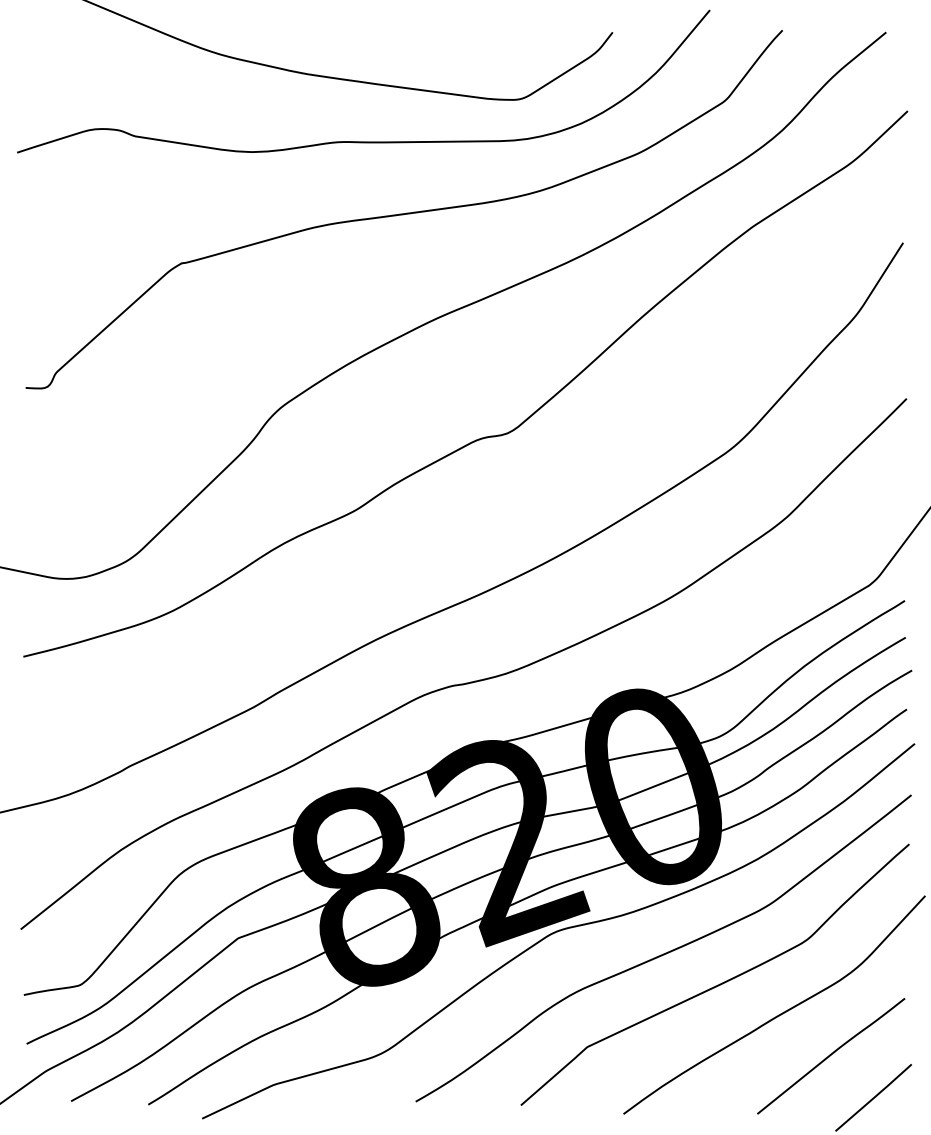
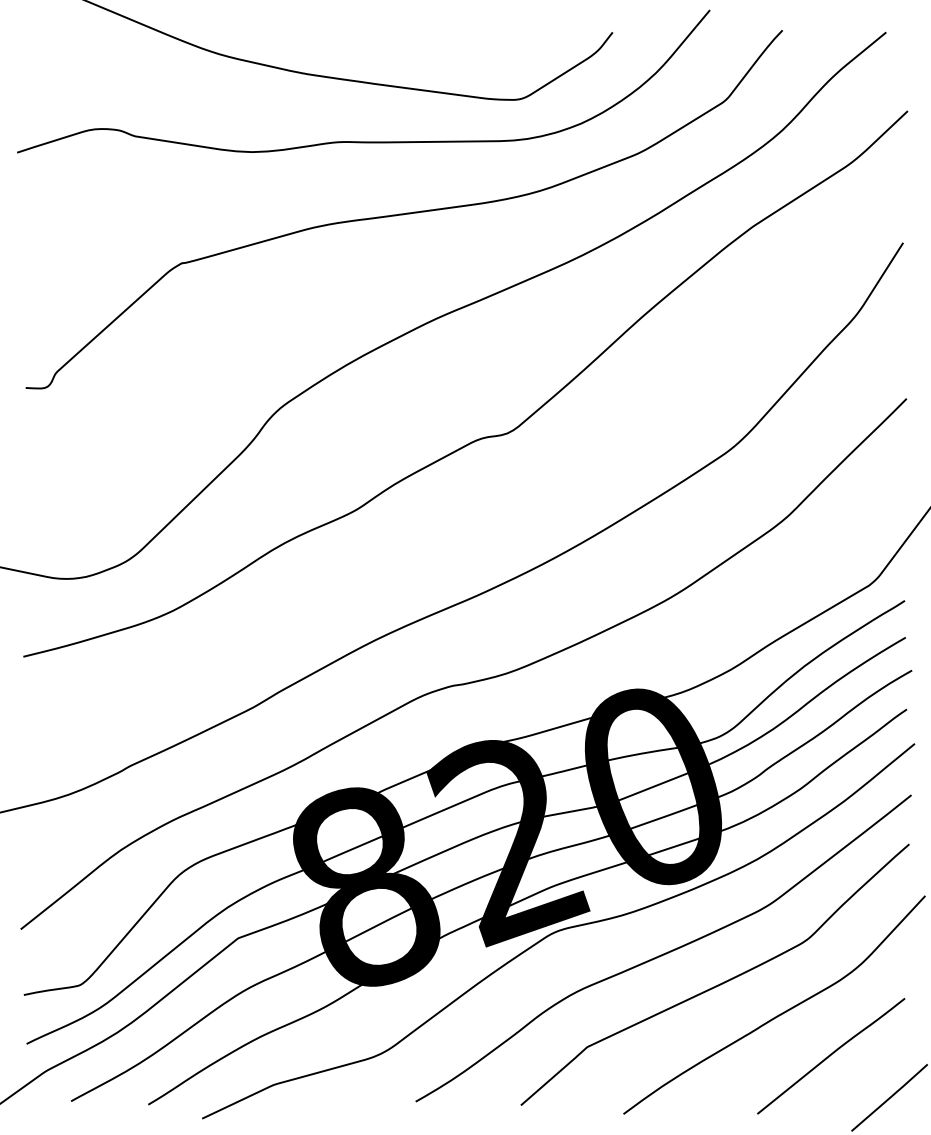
line at (873, 1097) position: (873, 1097) -> (889, 1097)
